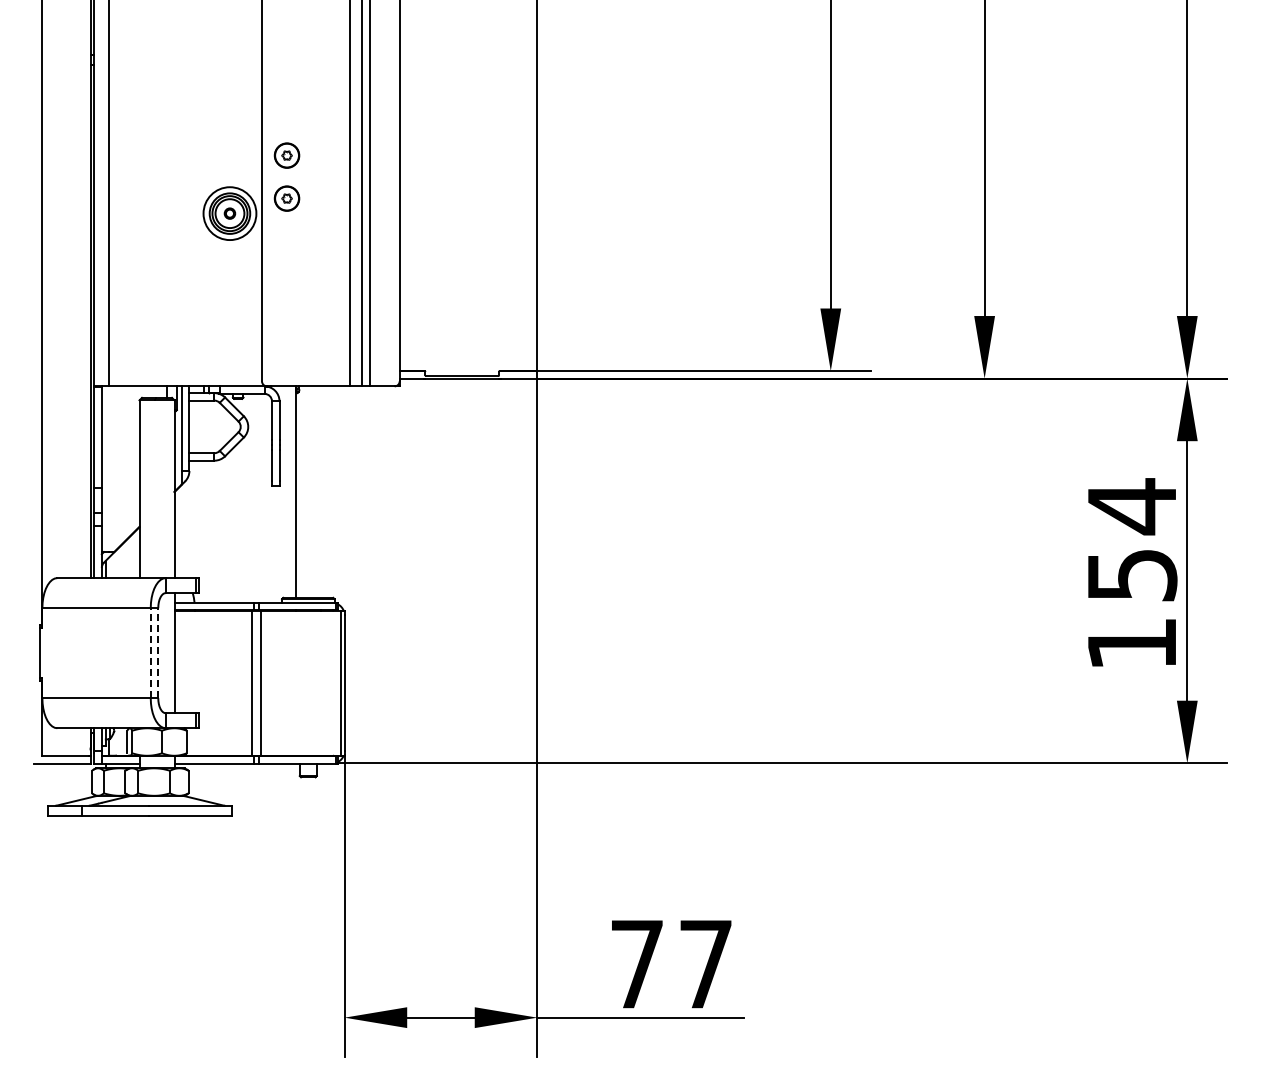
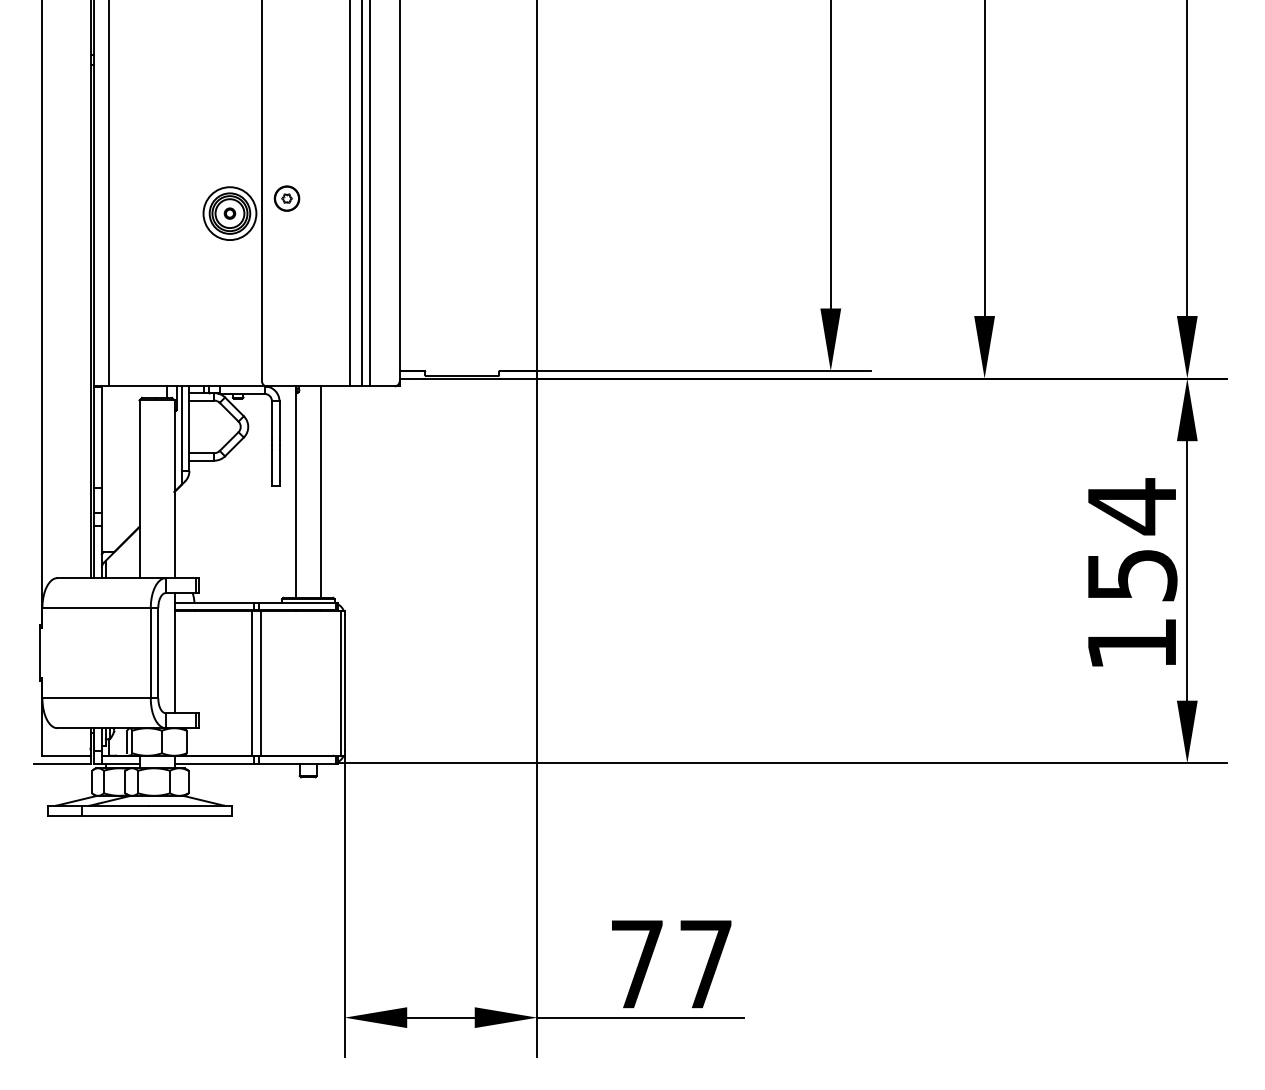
part at (286, 155): present -> none
line at (320, 491): none -> present
line at (150, 652): dashed -> solid
line at (158, 652): dashed -> solid
